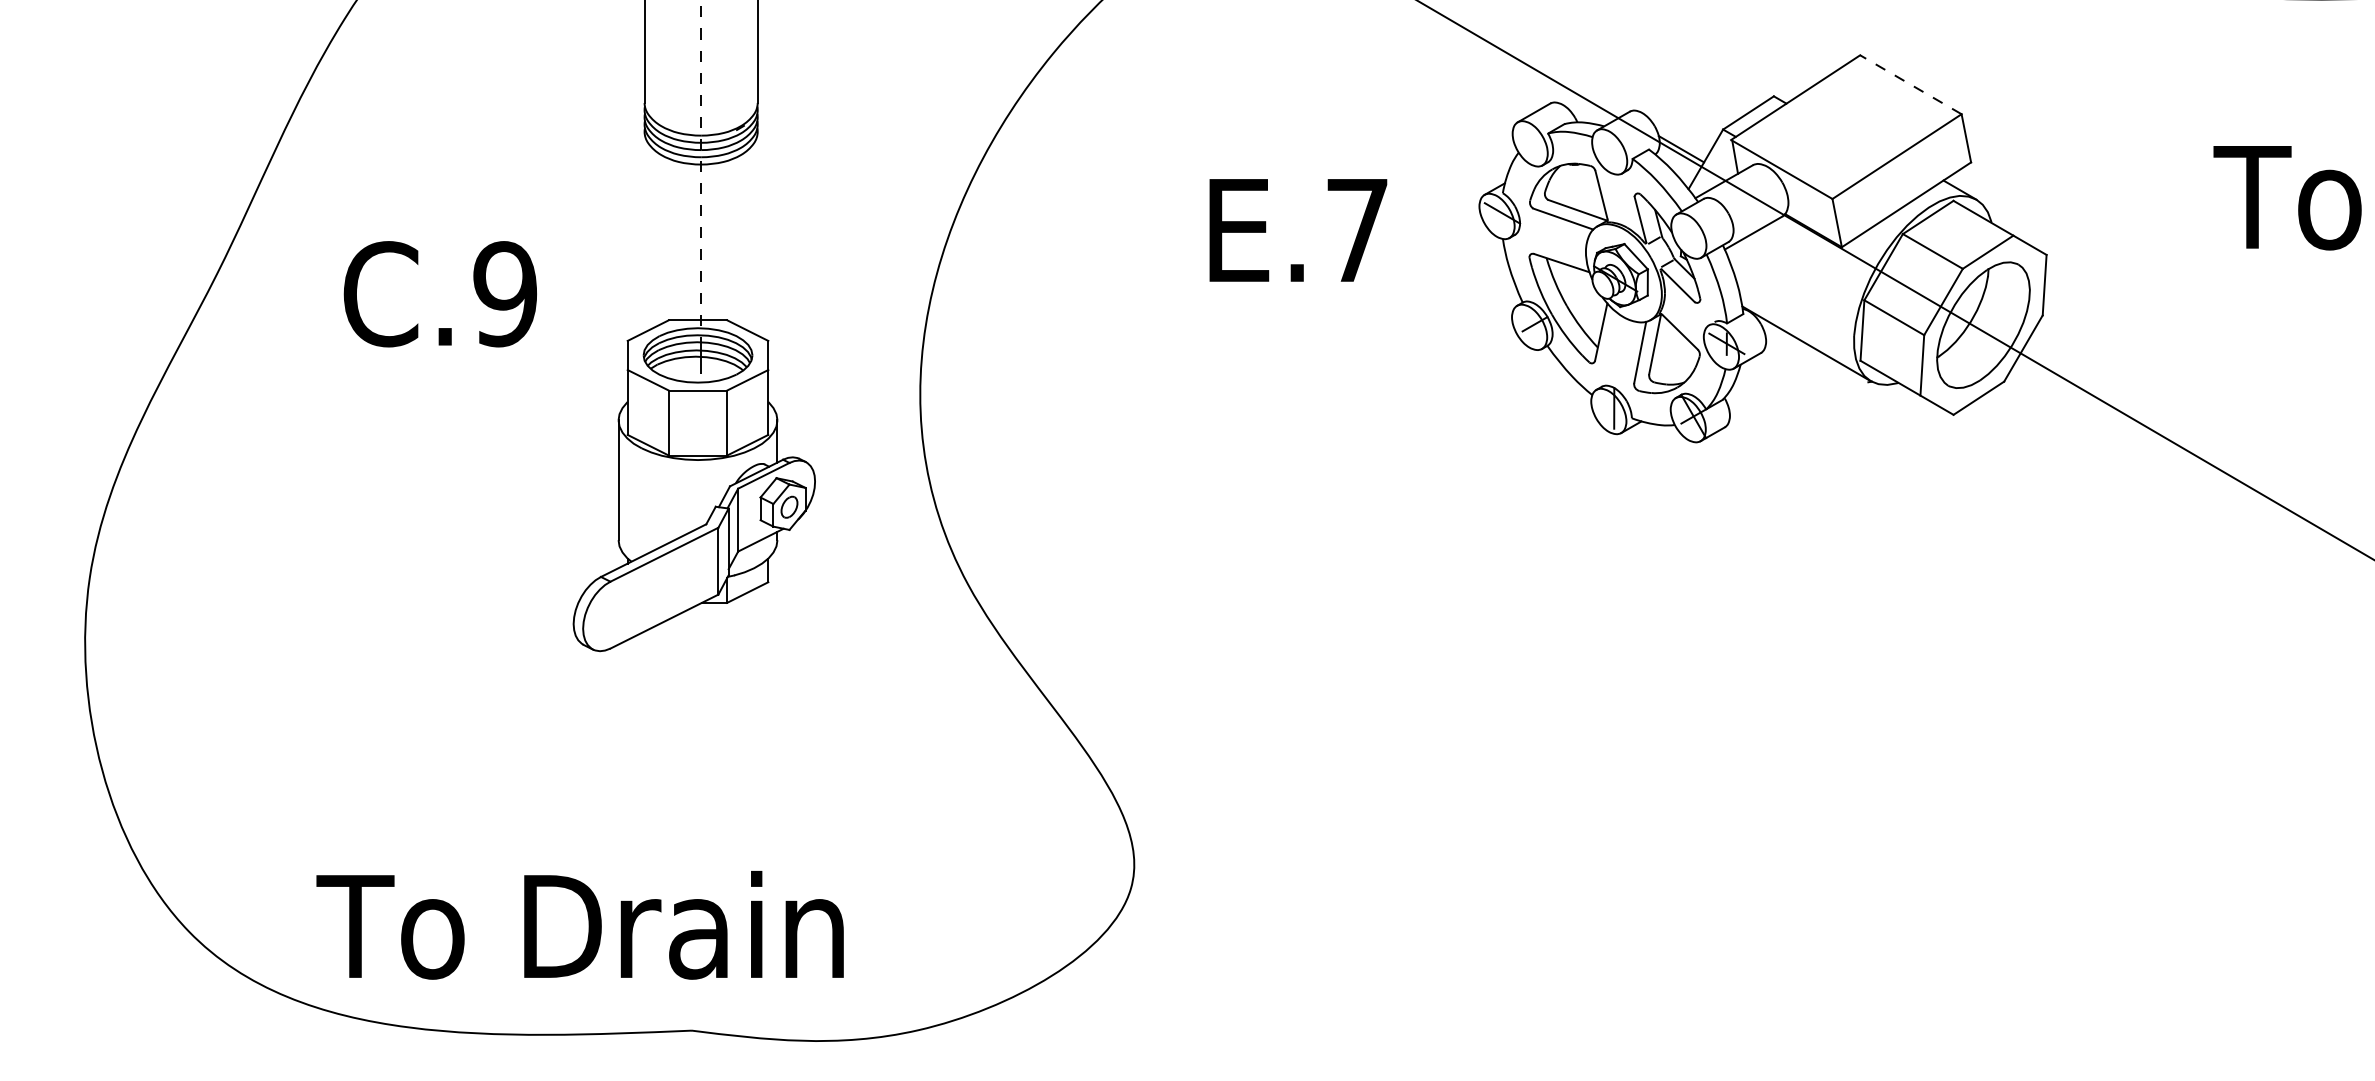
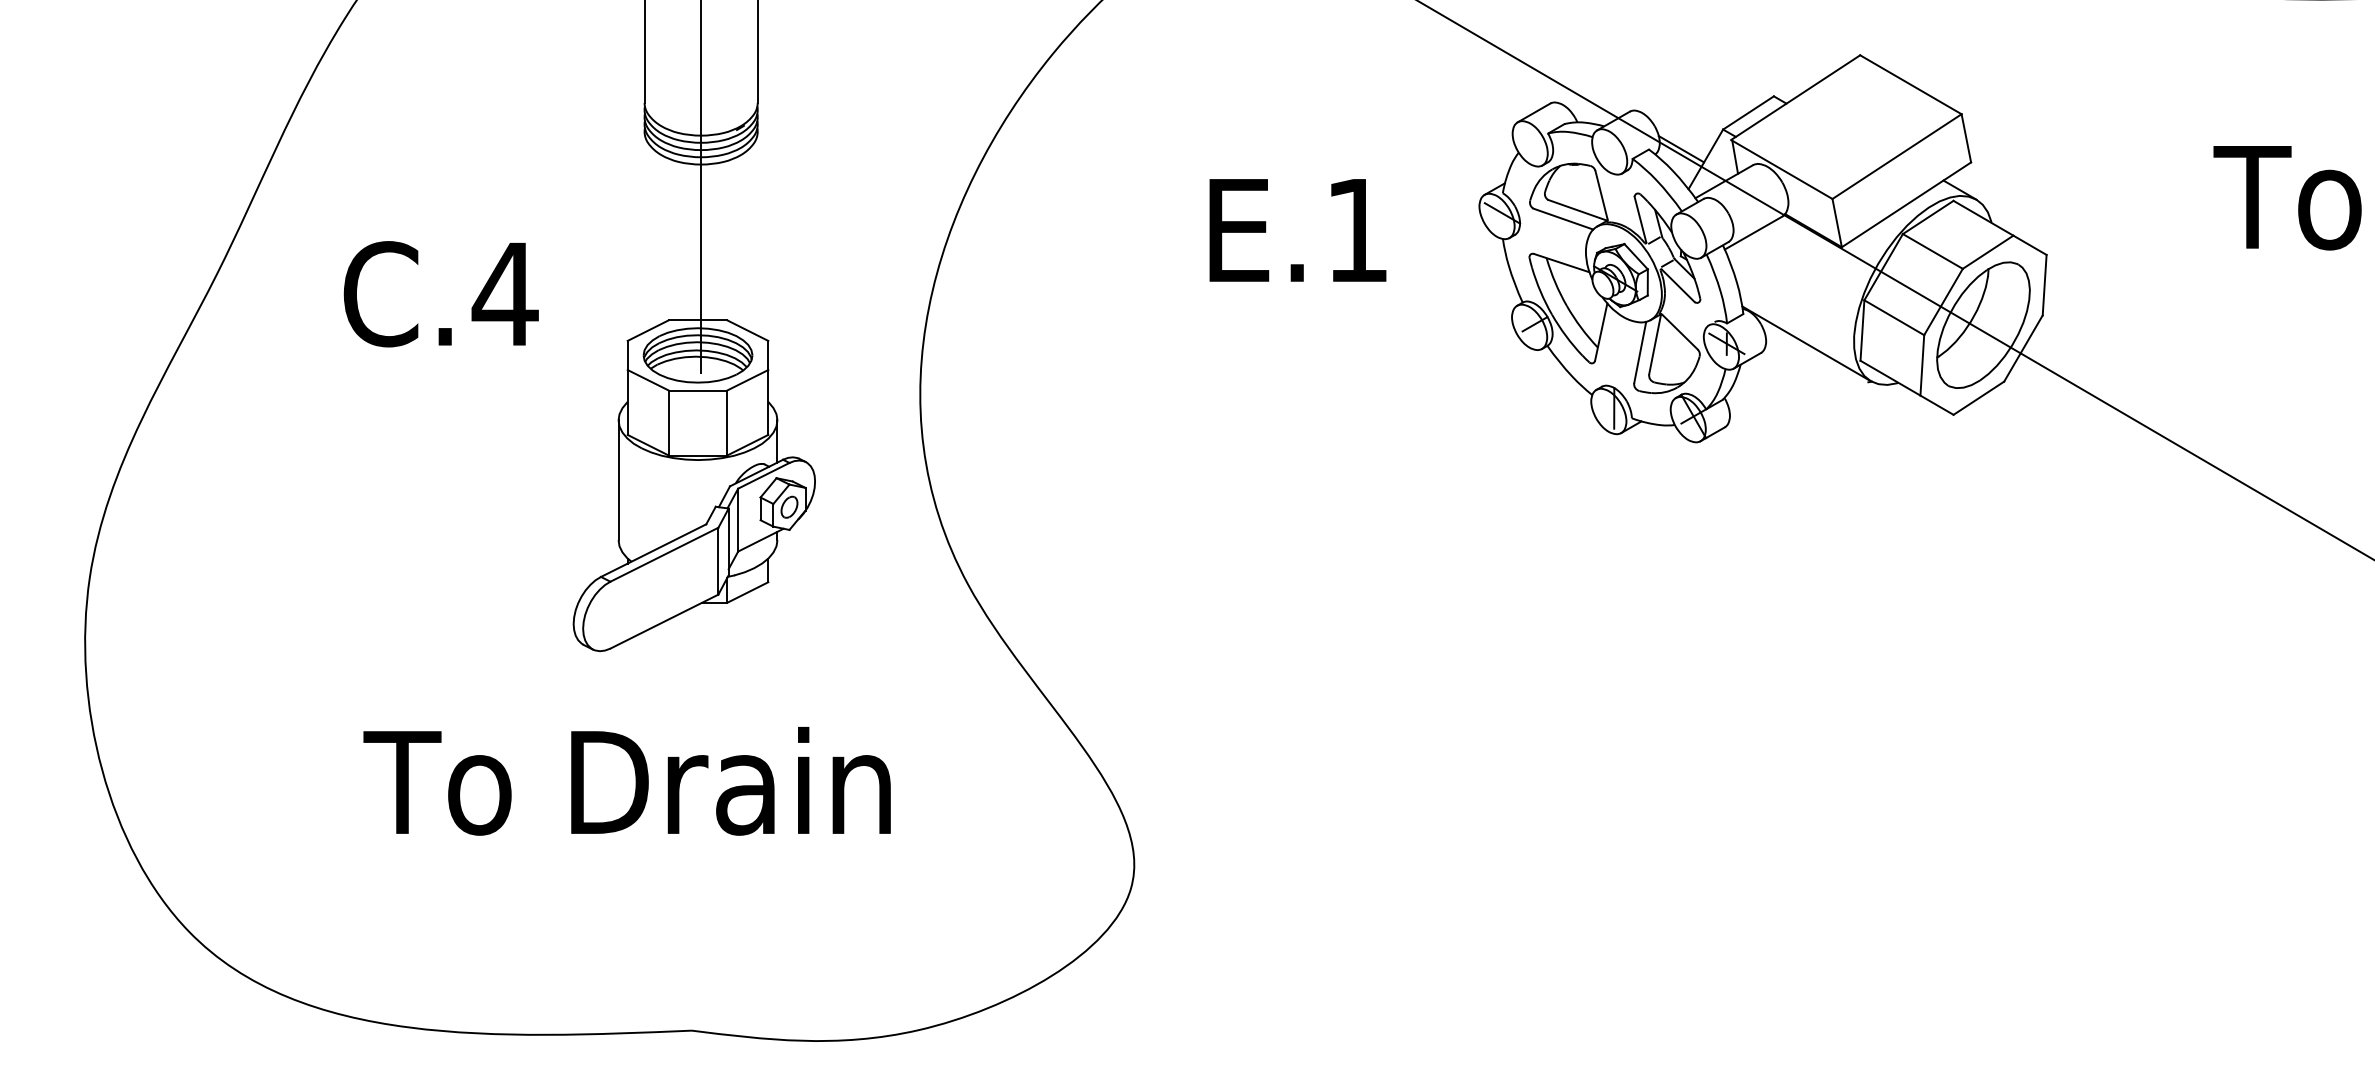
line at (1910, 84): dashed -> solid
line at (701, 169): dashed -> solid
text at (1357, 230): E.7 -> E.1
text at (504, 294): C.9 -> C.4
text at (579, 925) position: (579, 925) -> (626, 781)
